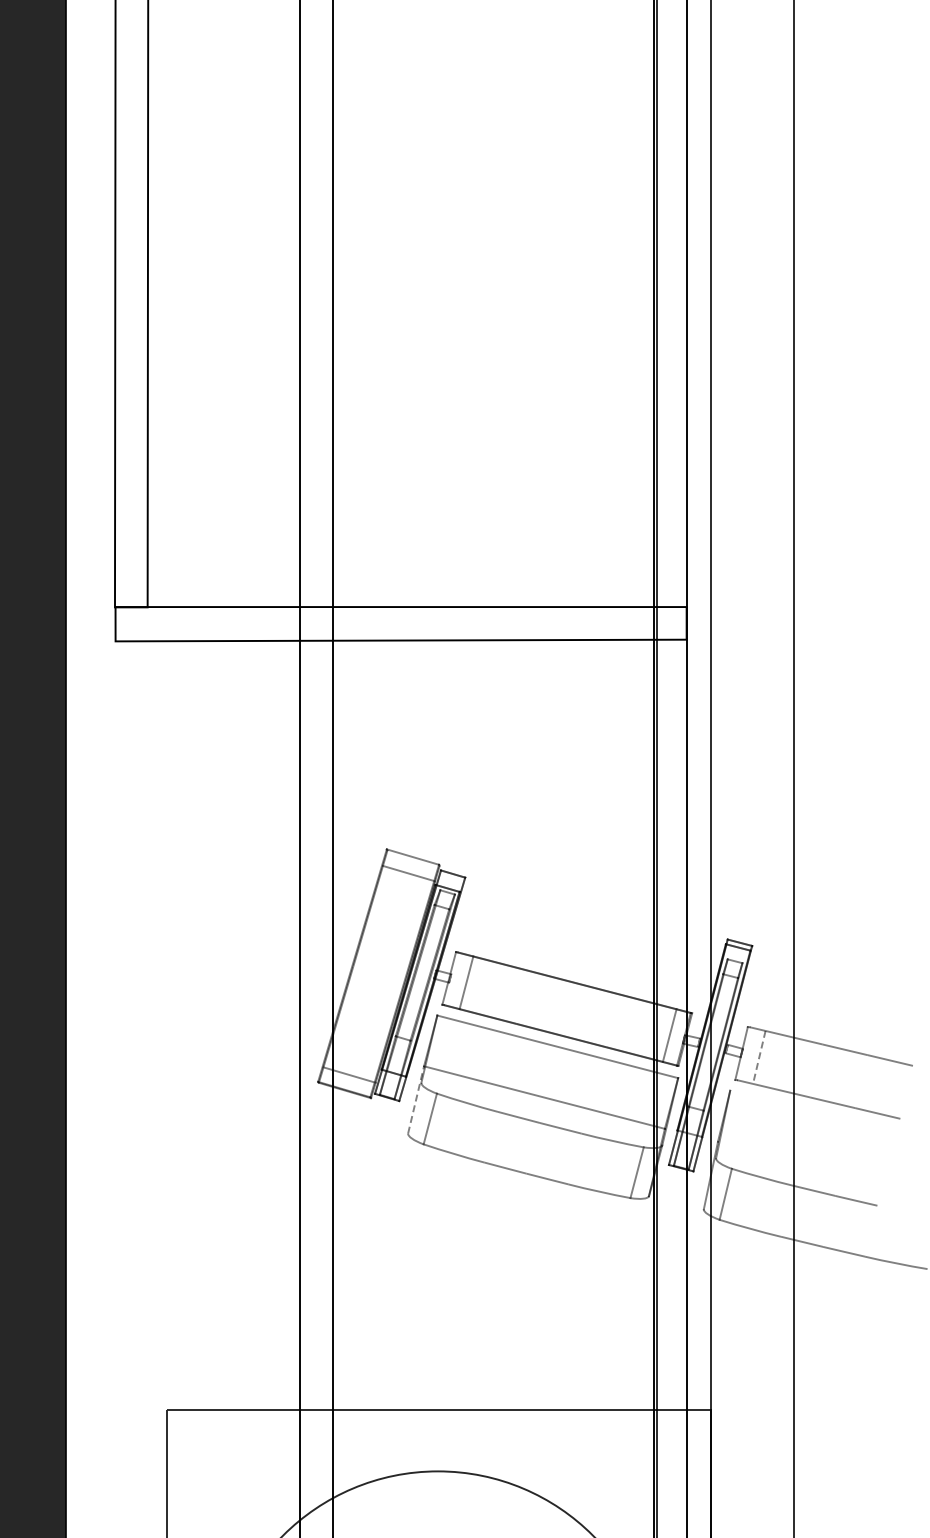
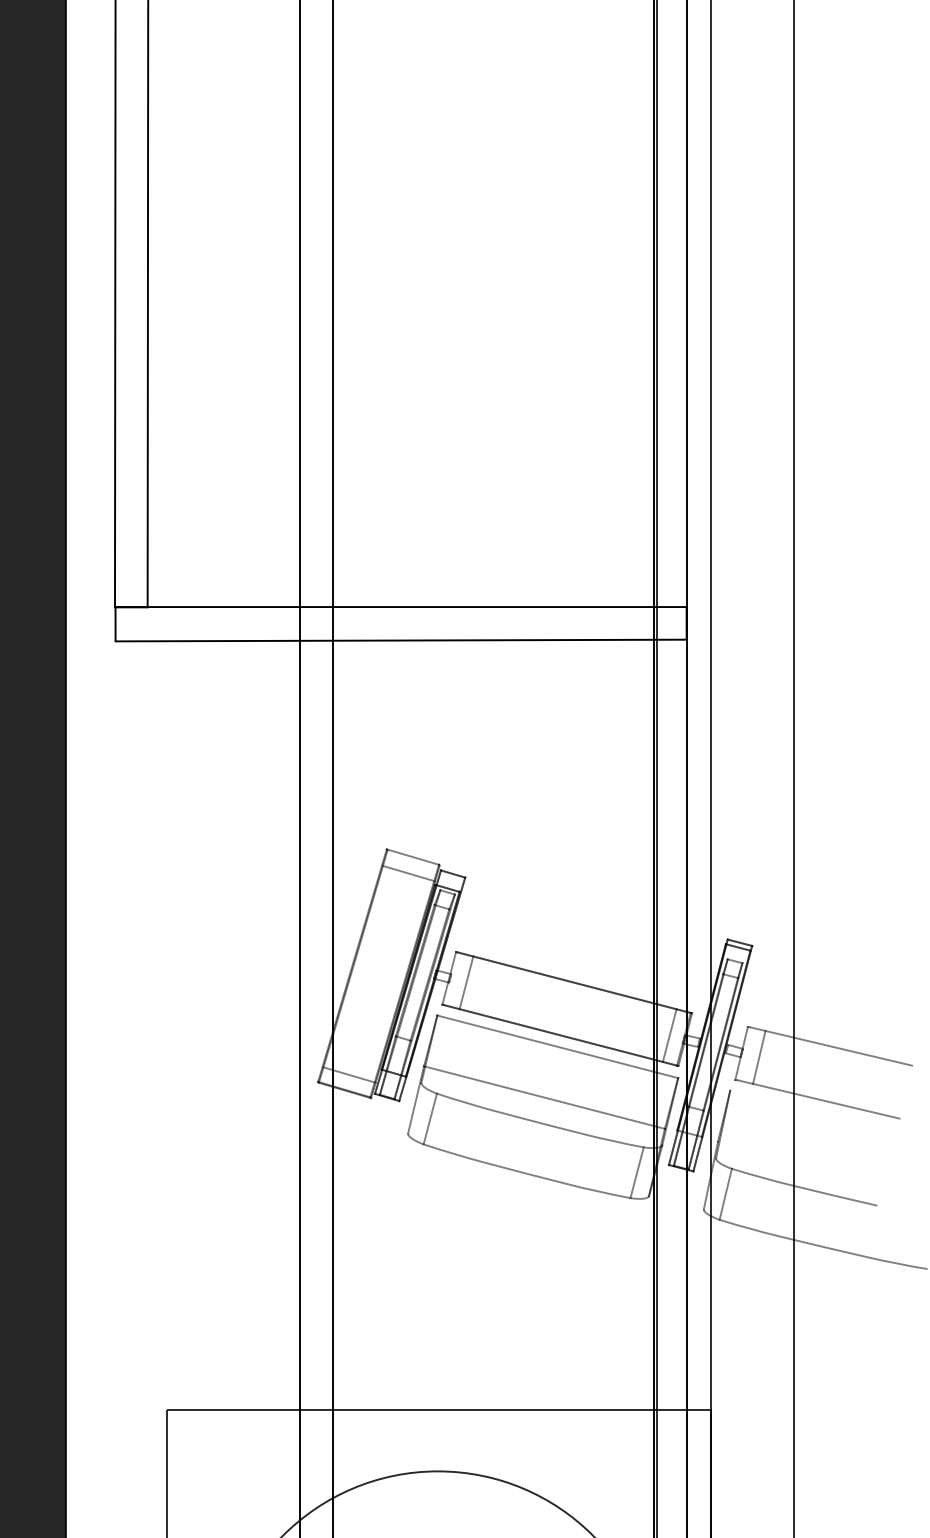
line at (759, 1057): dashed -> solid
line at (416, 1099): dashed -> solid
